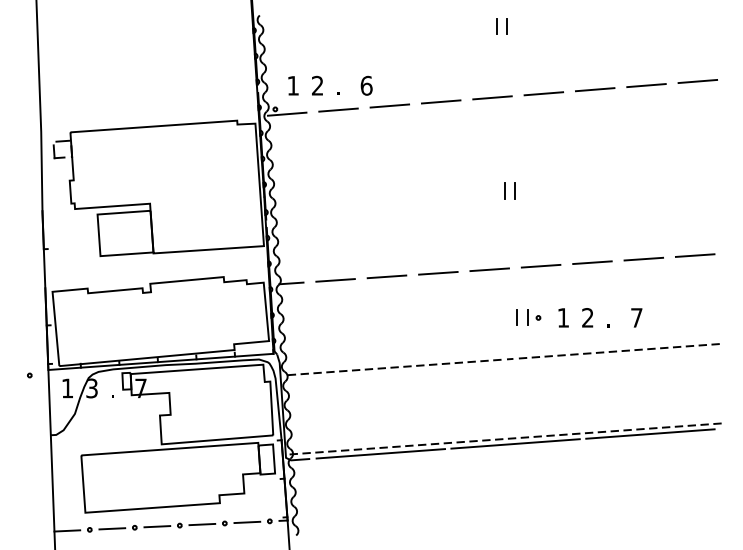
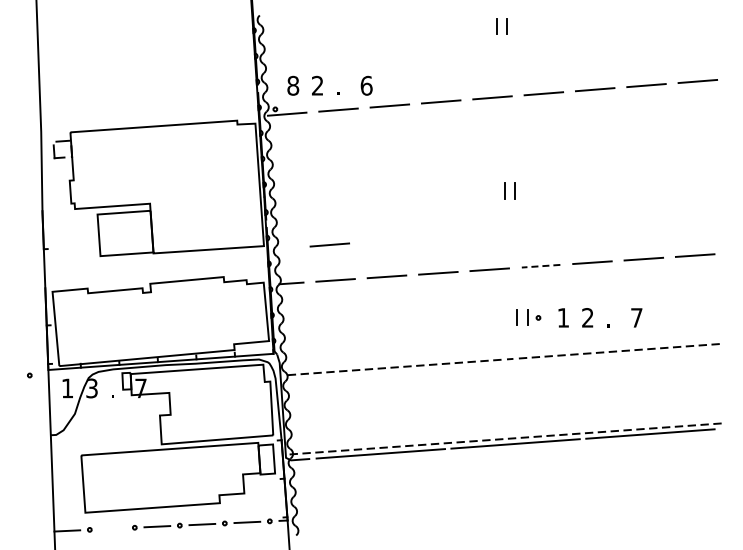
text at (293, 85): 1 -> 8
line at (329, 244): none -> present
line at (540, 266): solid -> dashed
line at (112, 528): present -> none
